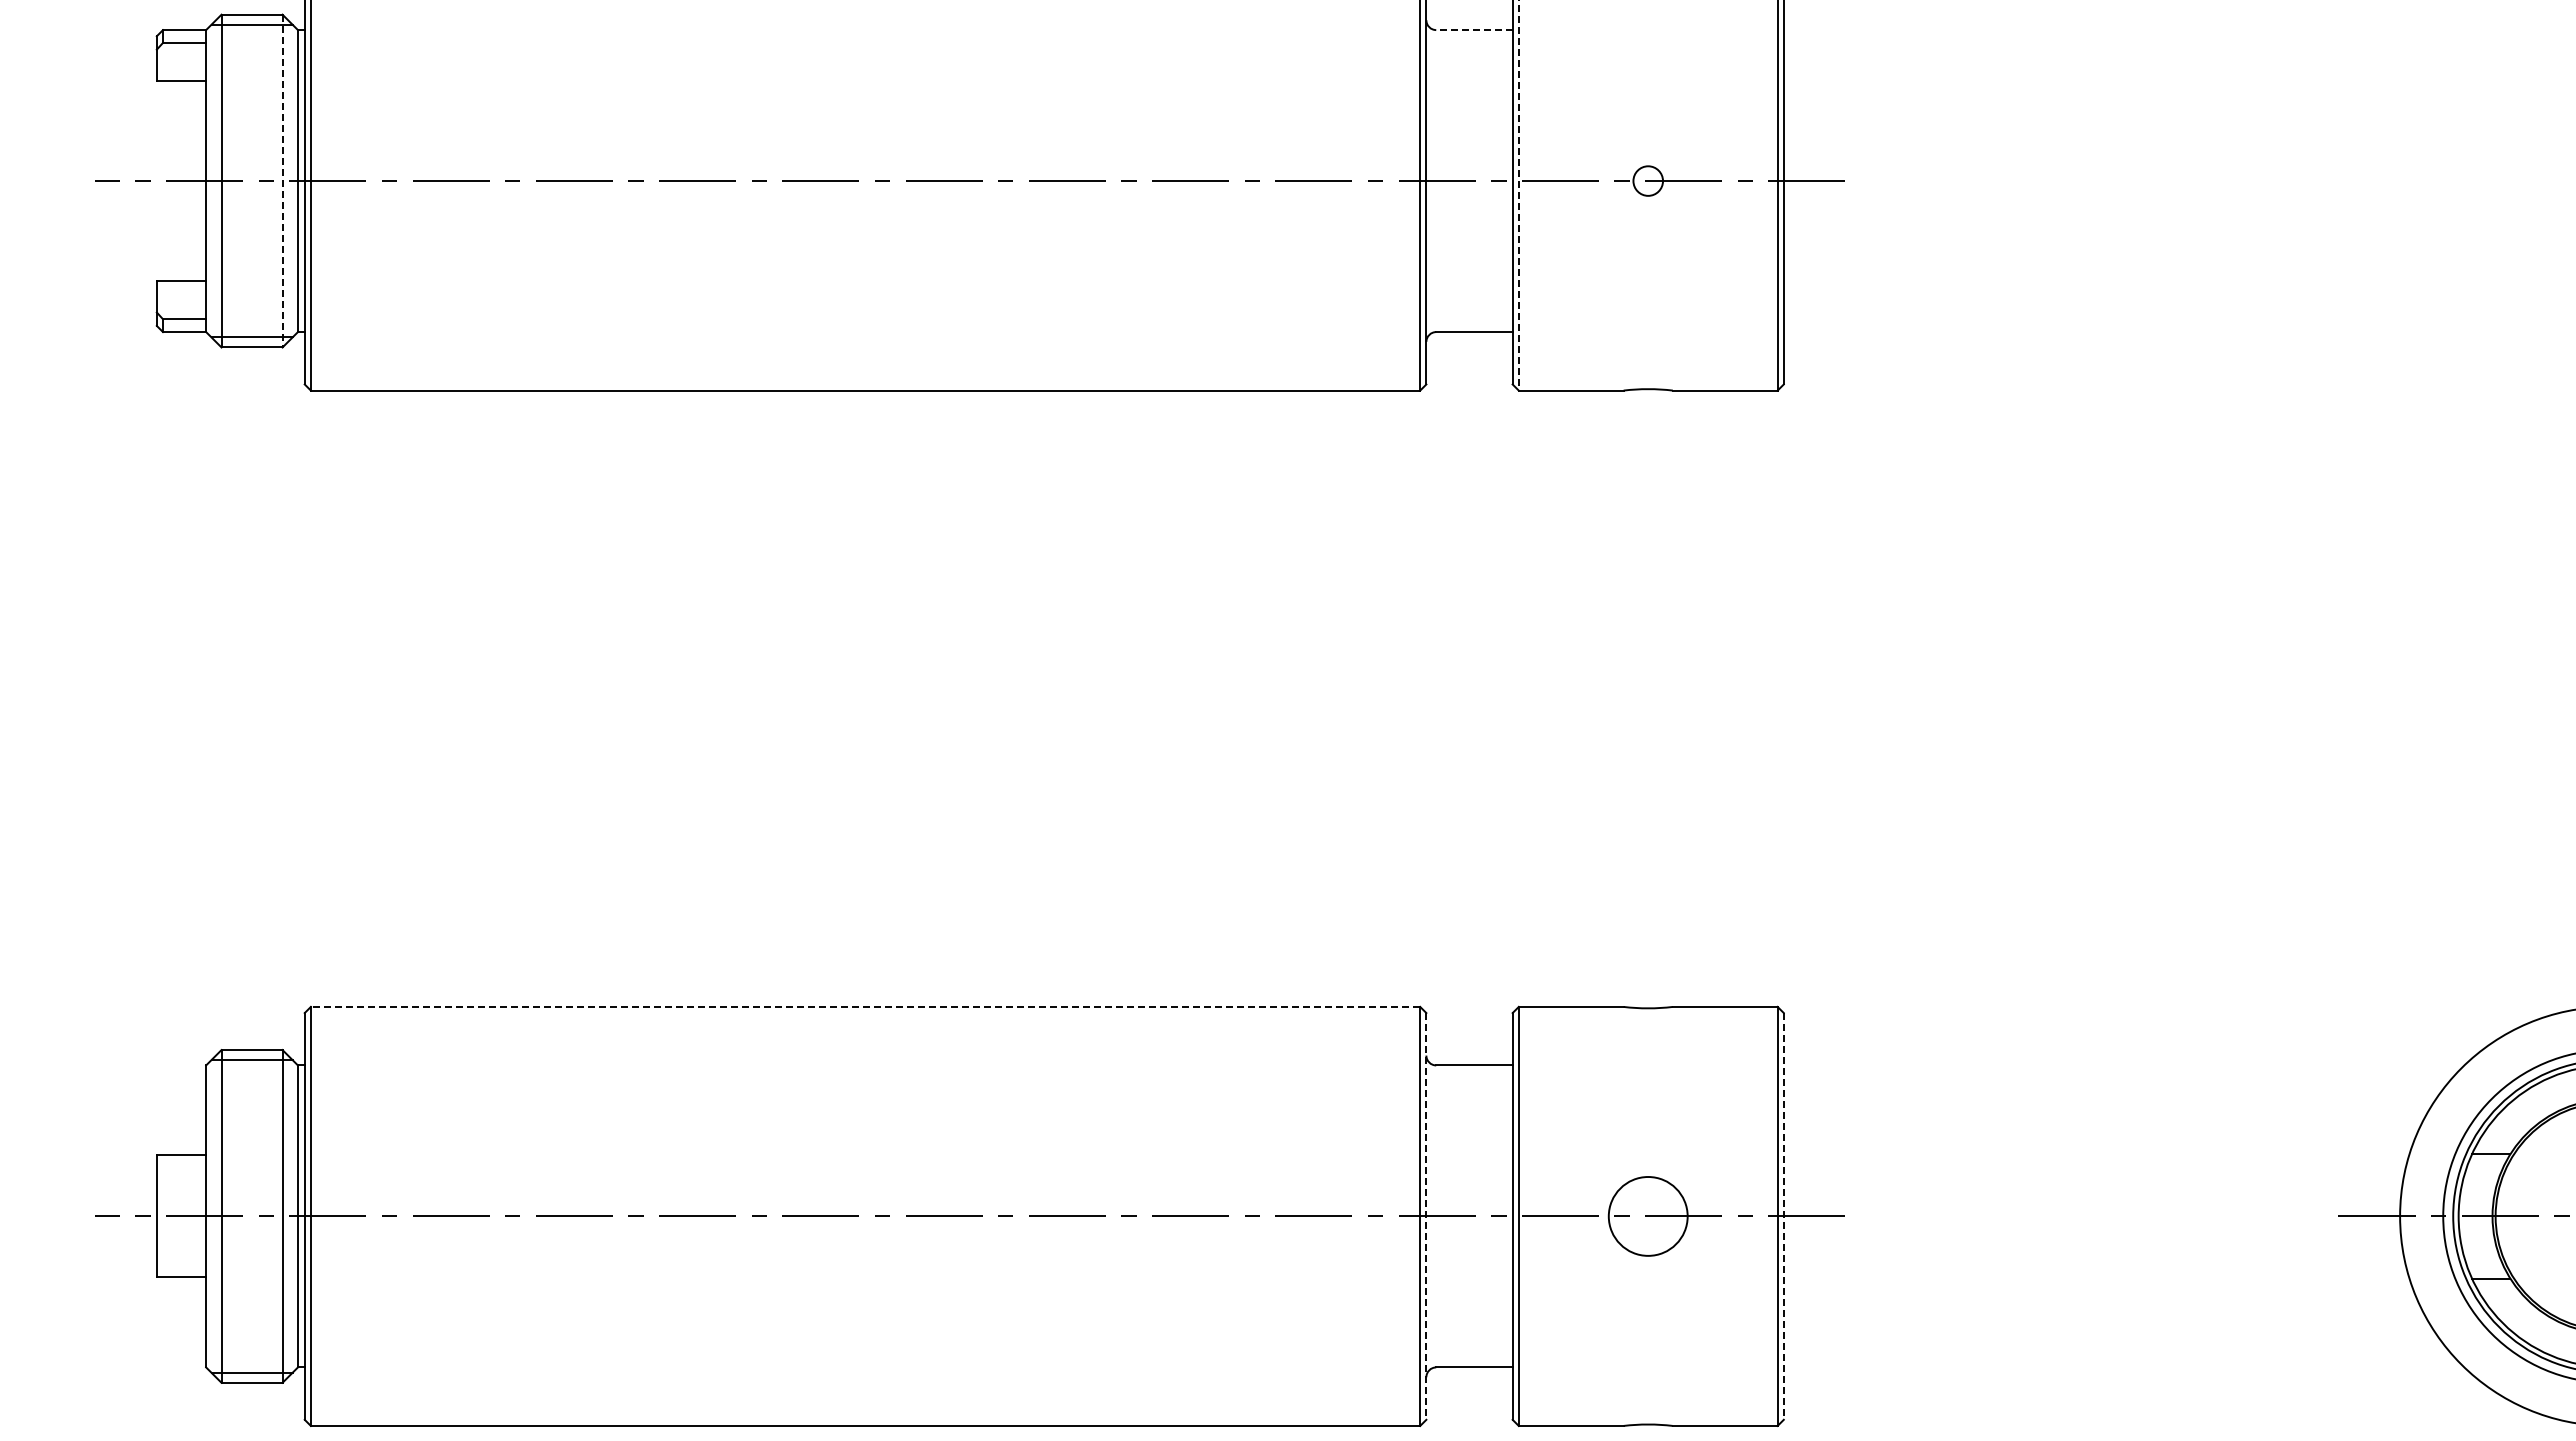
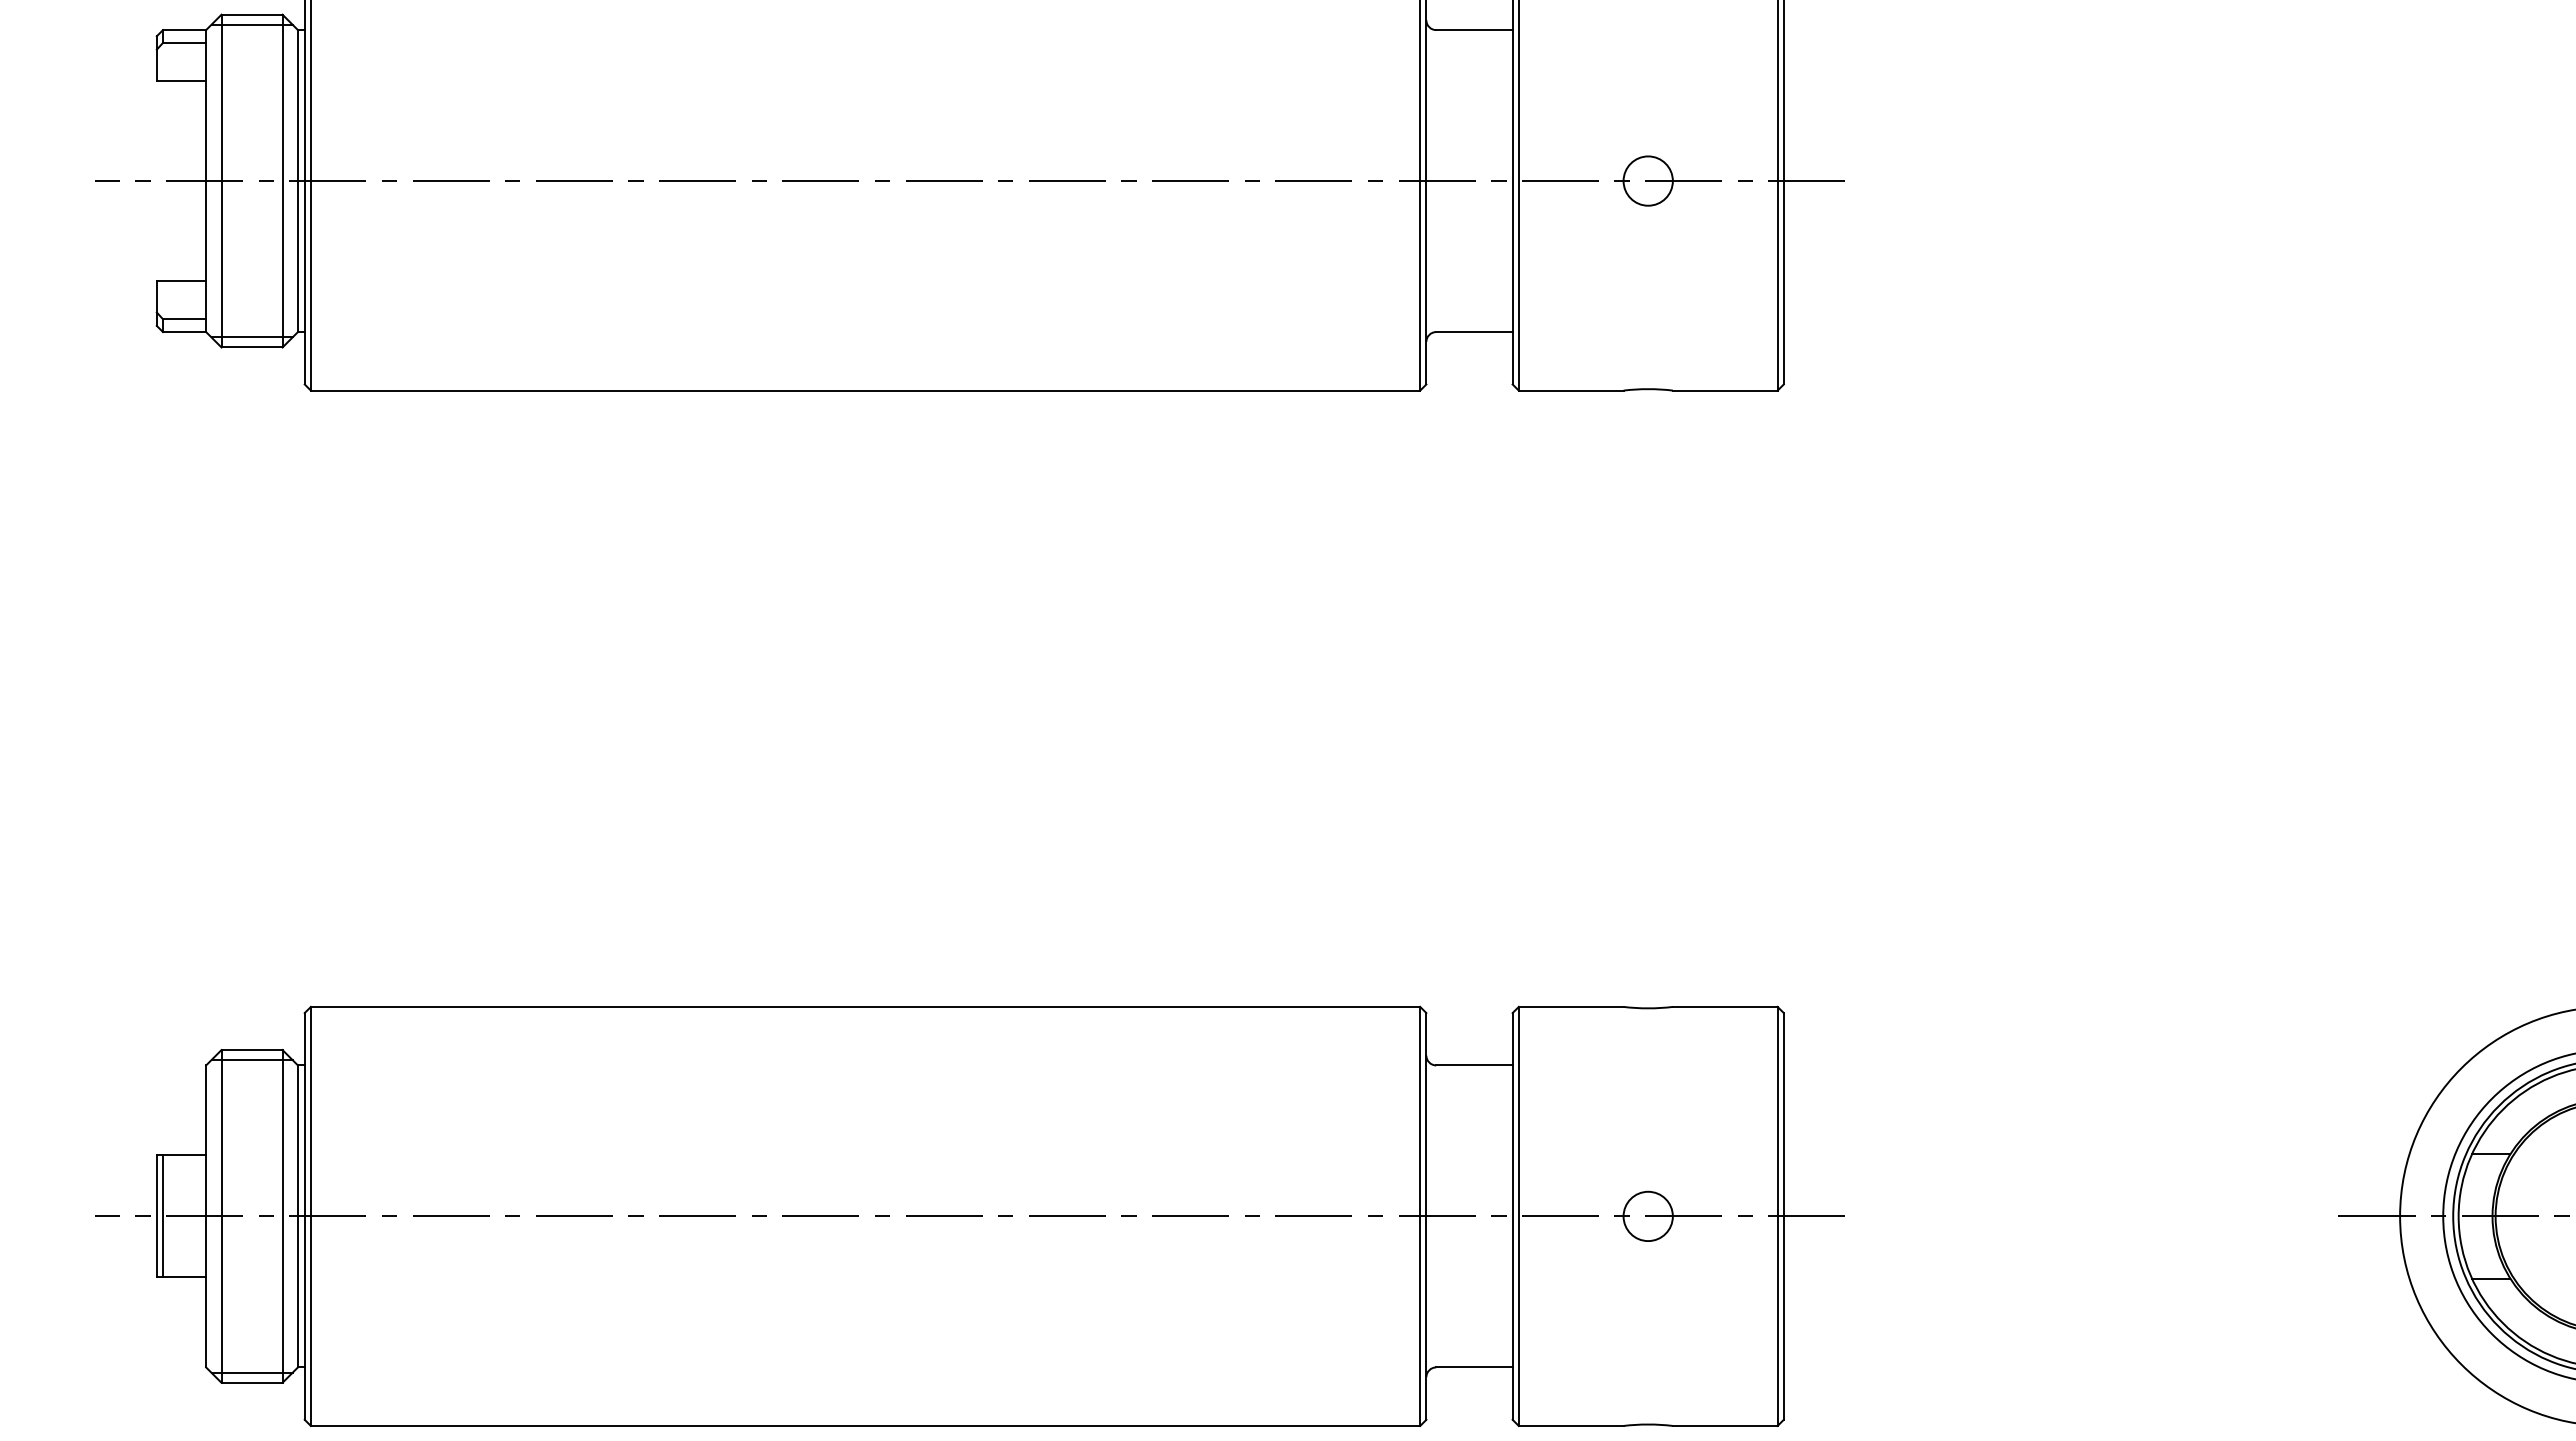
line at (1473, 30): dashed -> solid
circle at (1648, 180) diameter: 30 px -> 49 px
line at (282, 181): dashed -> solid
line at (1518, 196): dashed -> solid
line at (865, 1006): dashed -> solid
line at (163, 1216): none -> present
line at (1426, 1216): dashed -> solid
circle at (1647, 1216) diameter: 79 px -> 49 px
line at (1783, 1216): dashed -> solid
